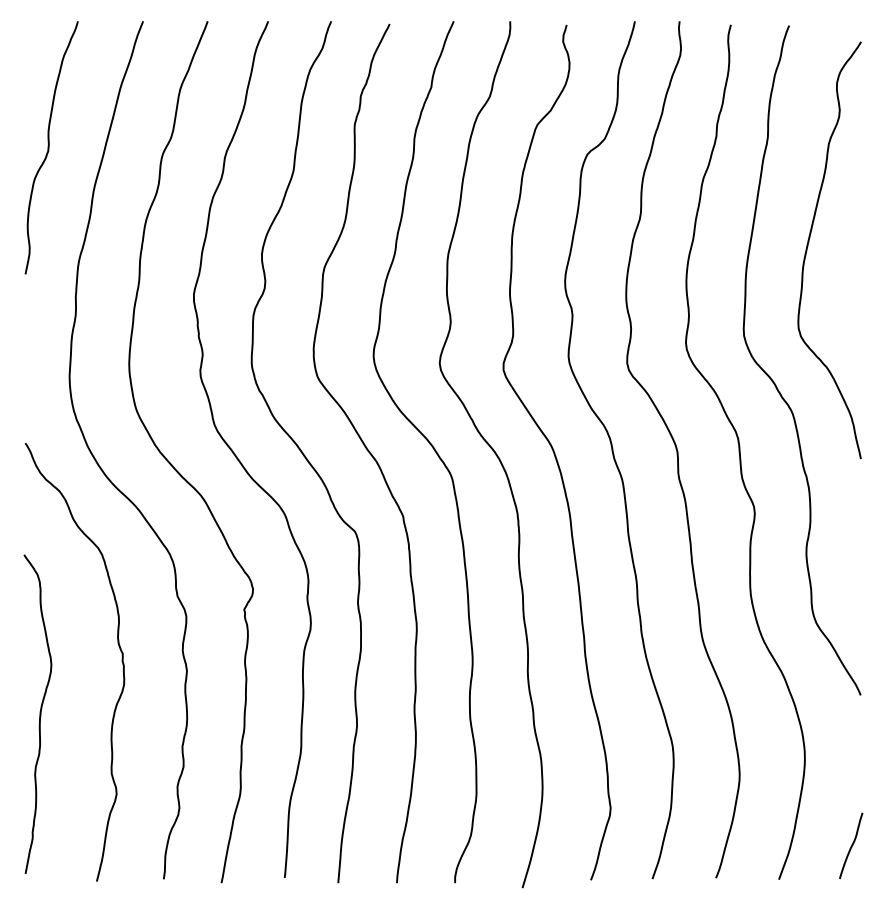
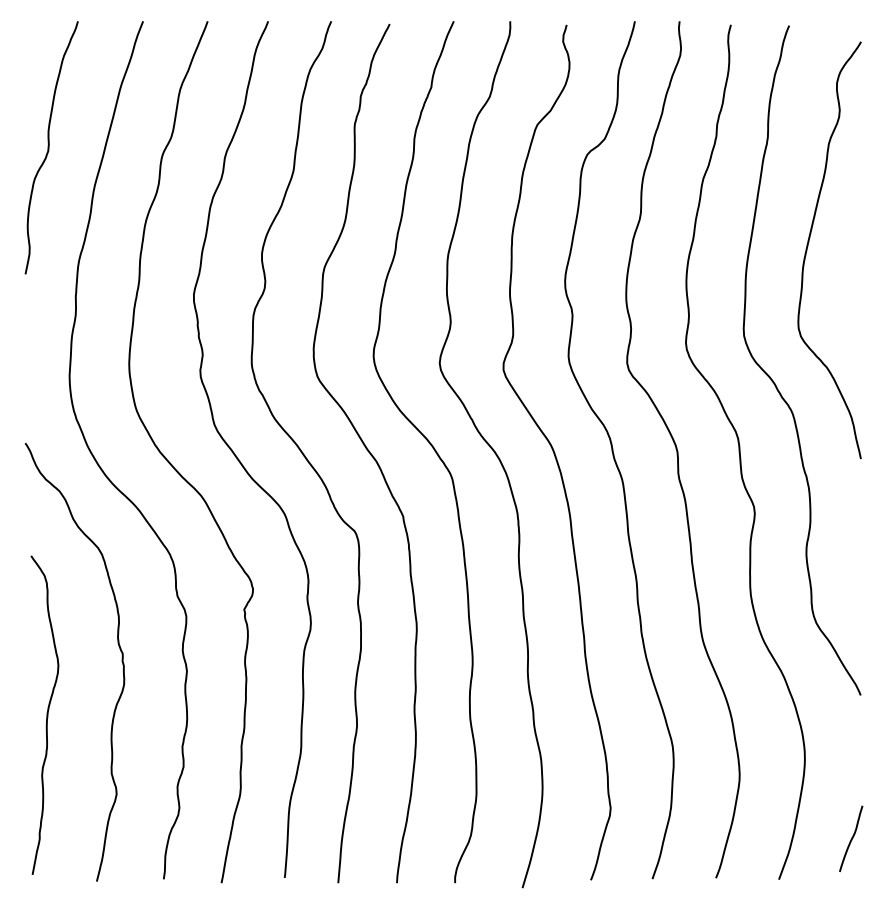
curve at (39, 713) position: (39, 713) -> (46, 714)
curve at (851, 845) position: (851, 845) -> (851, 838)
